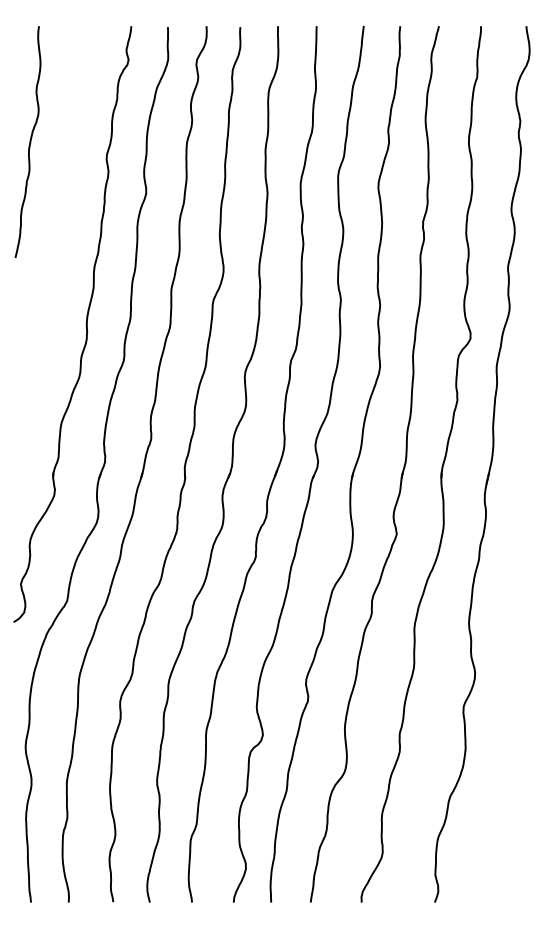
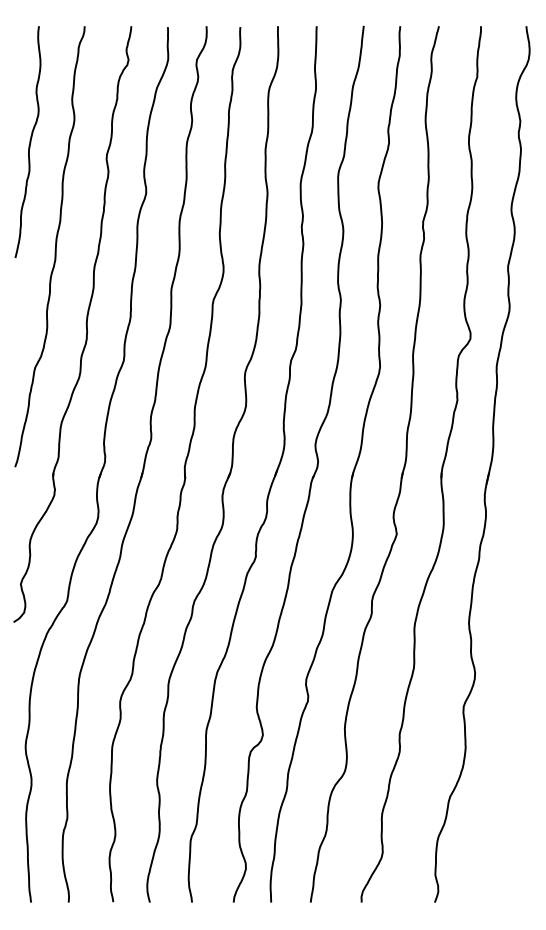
curve at (54, 249): none -> present
